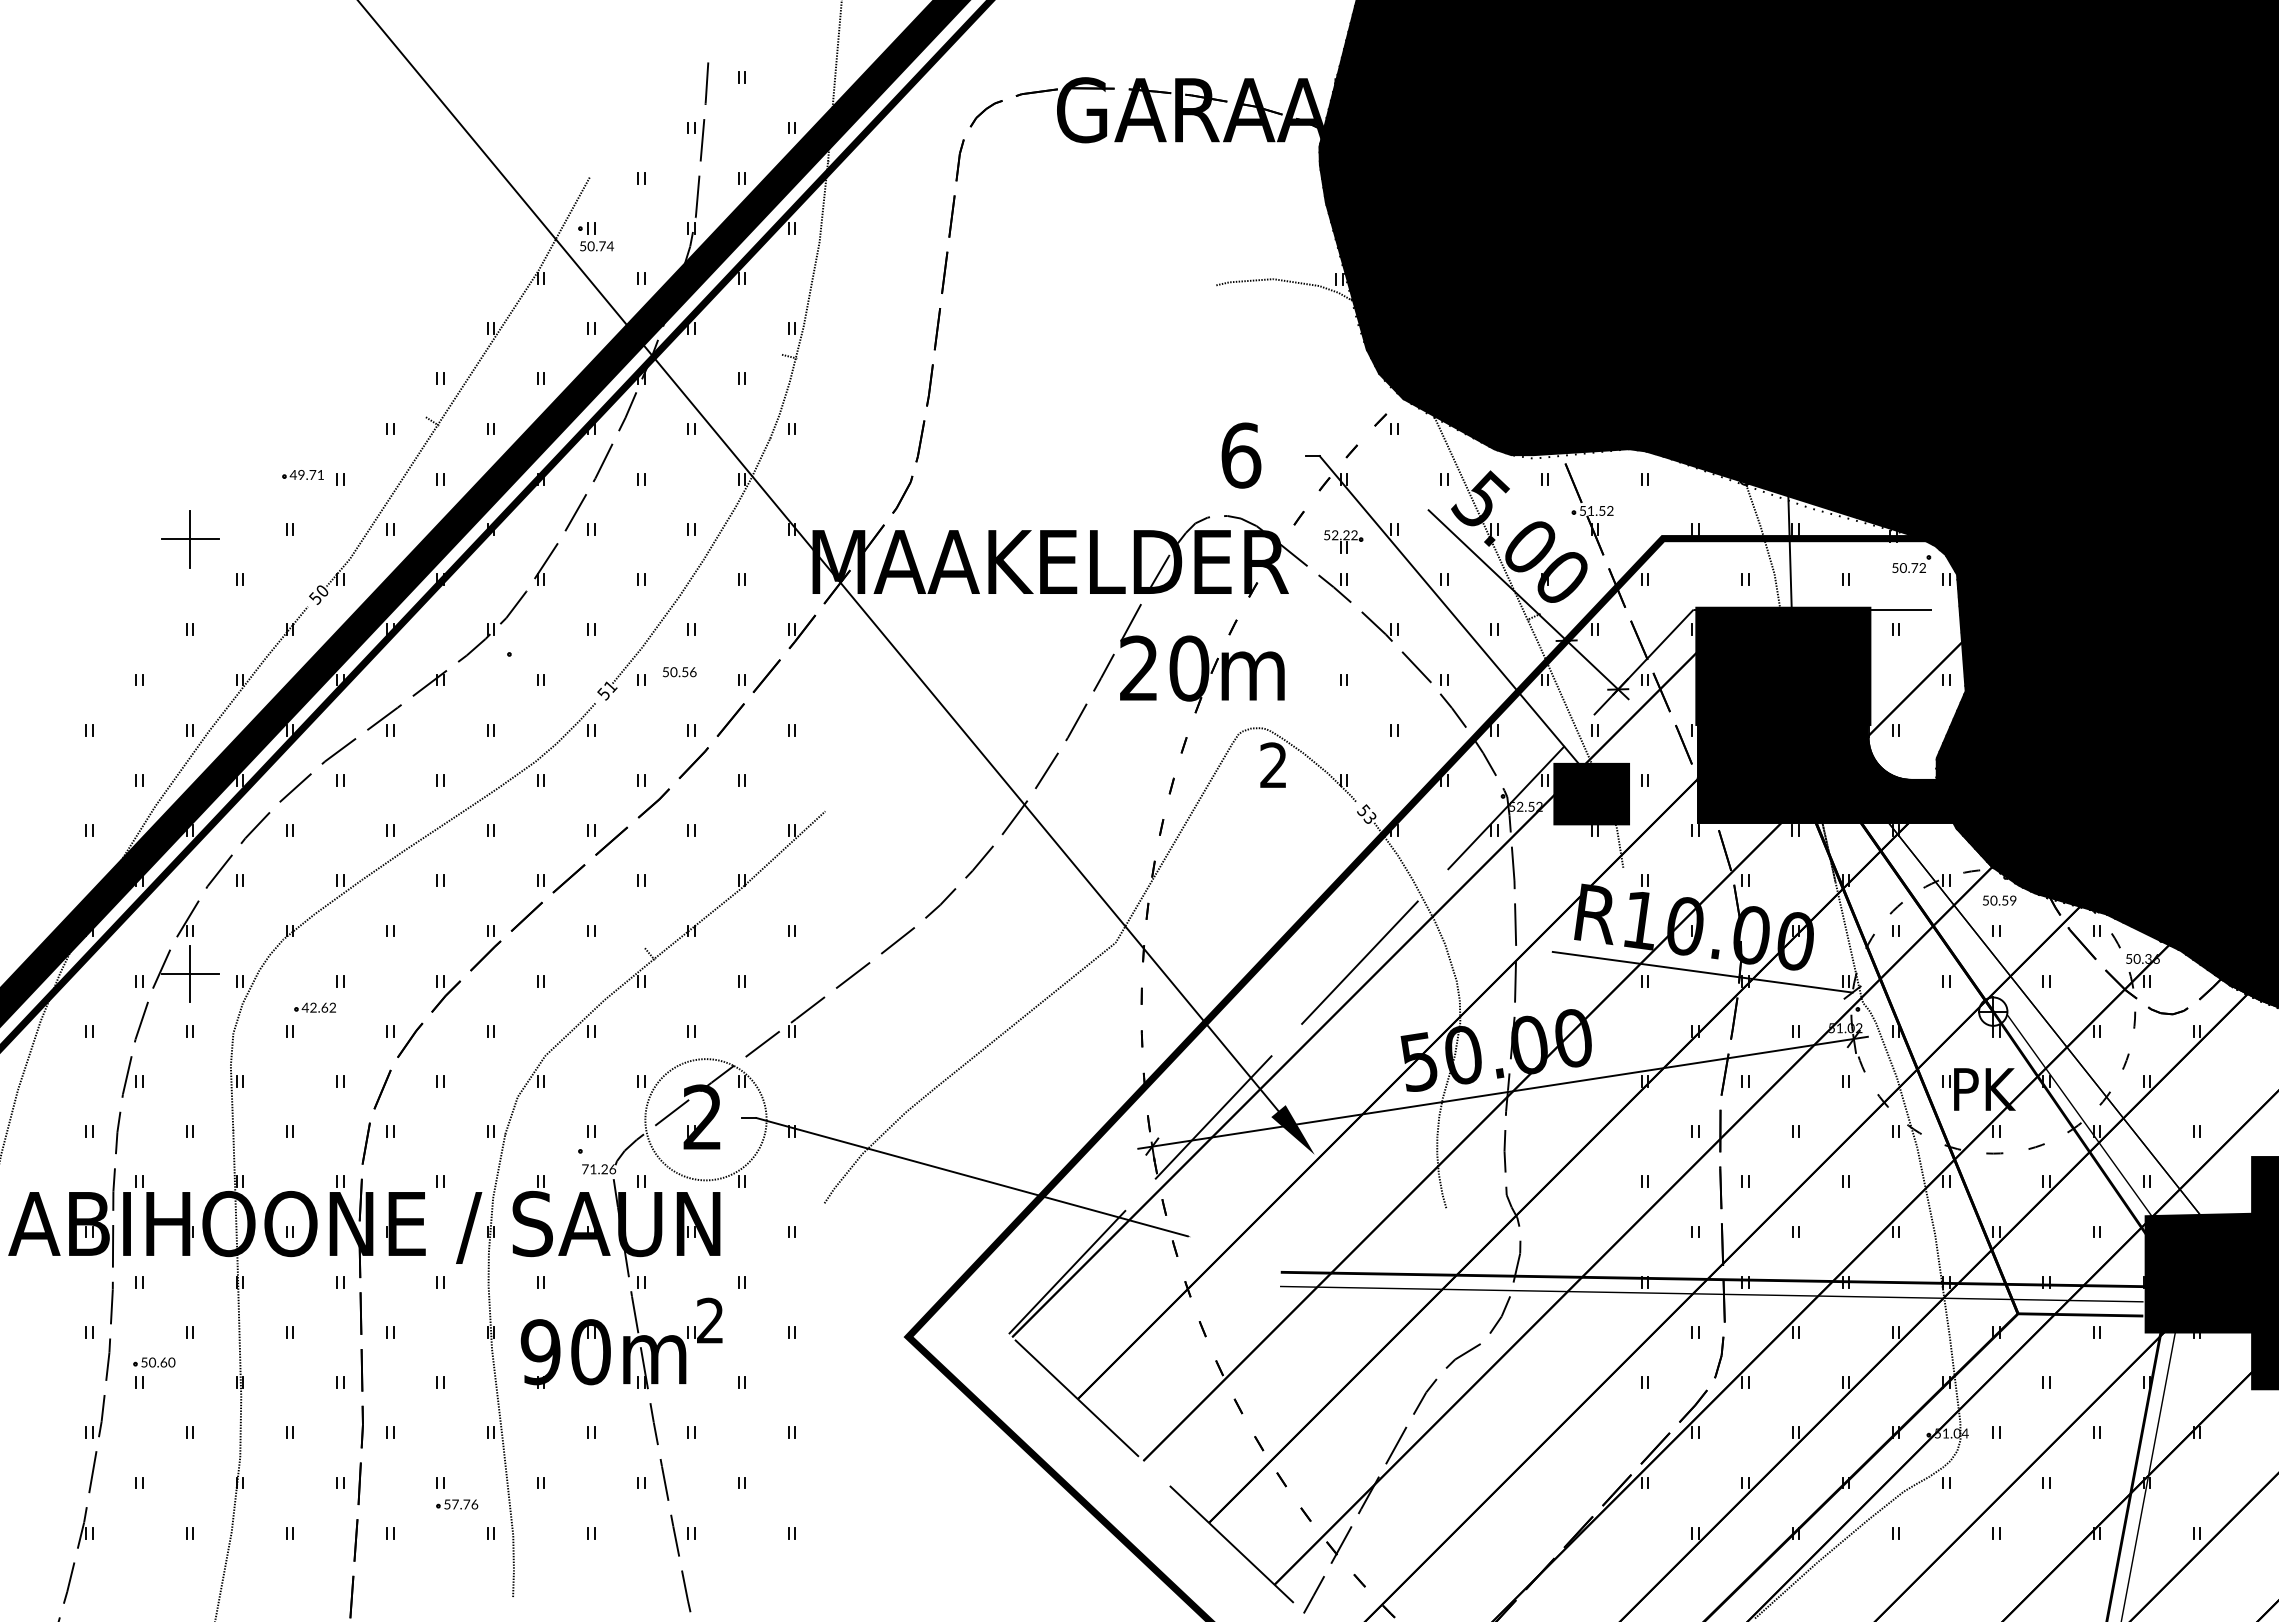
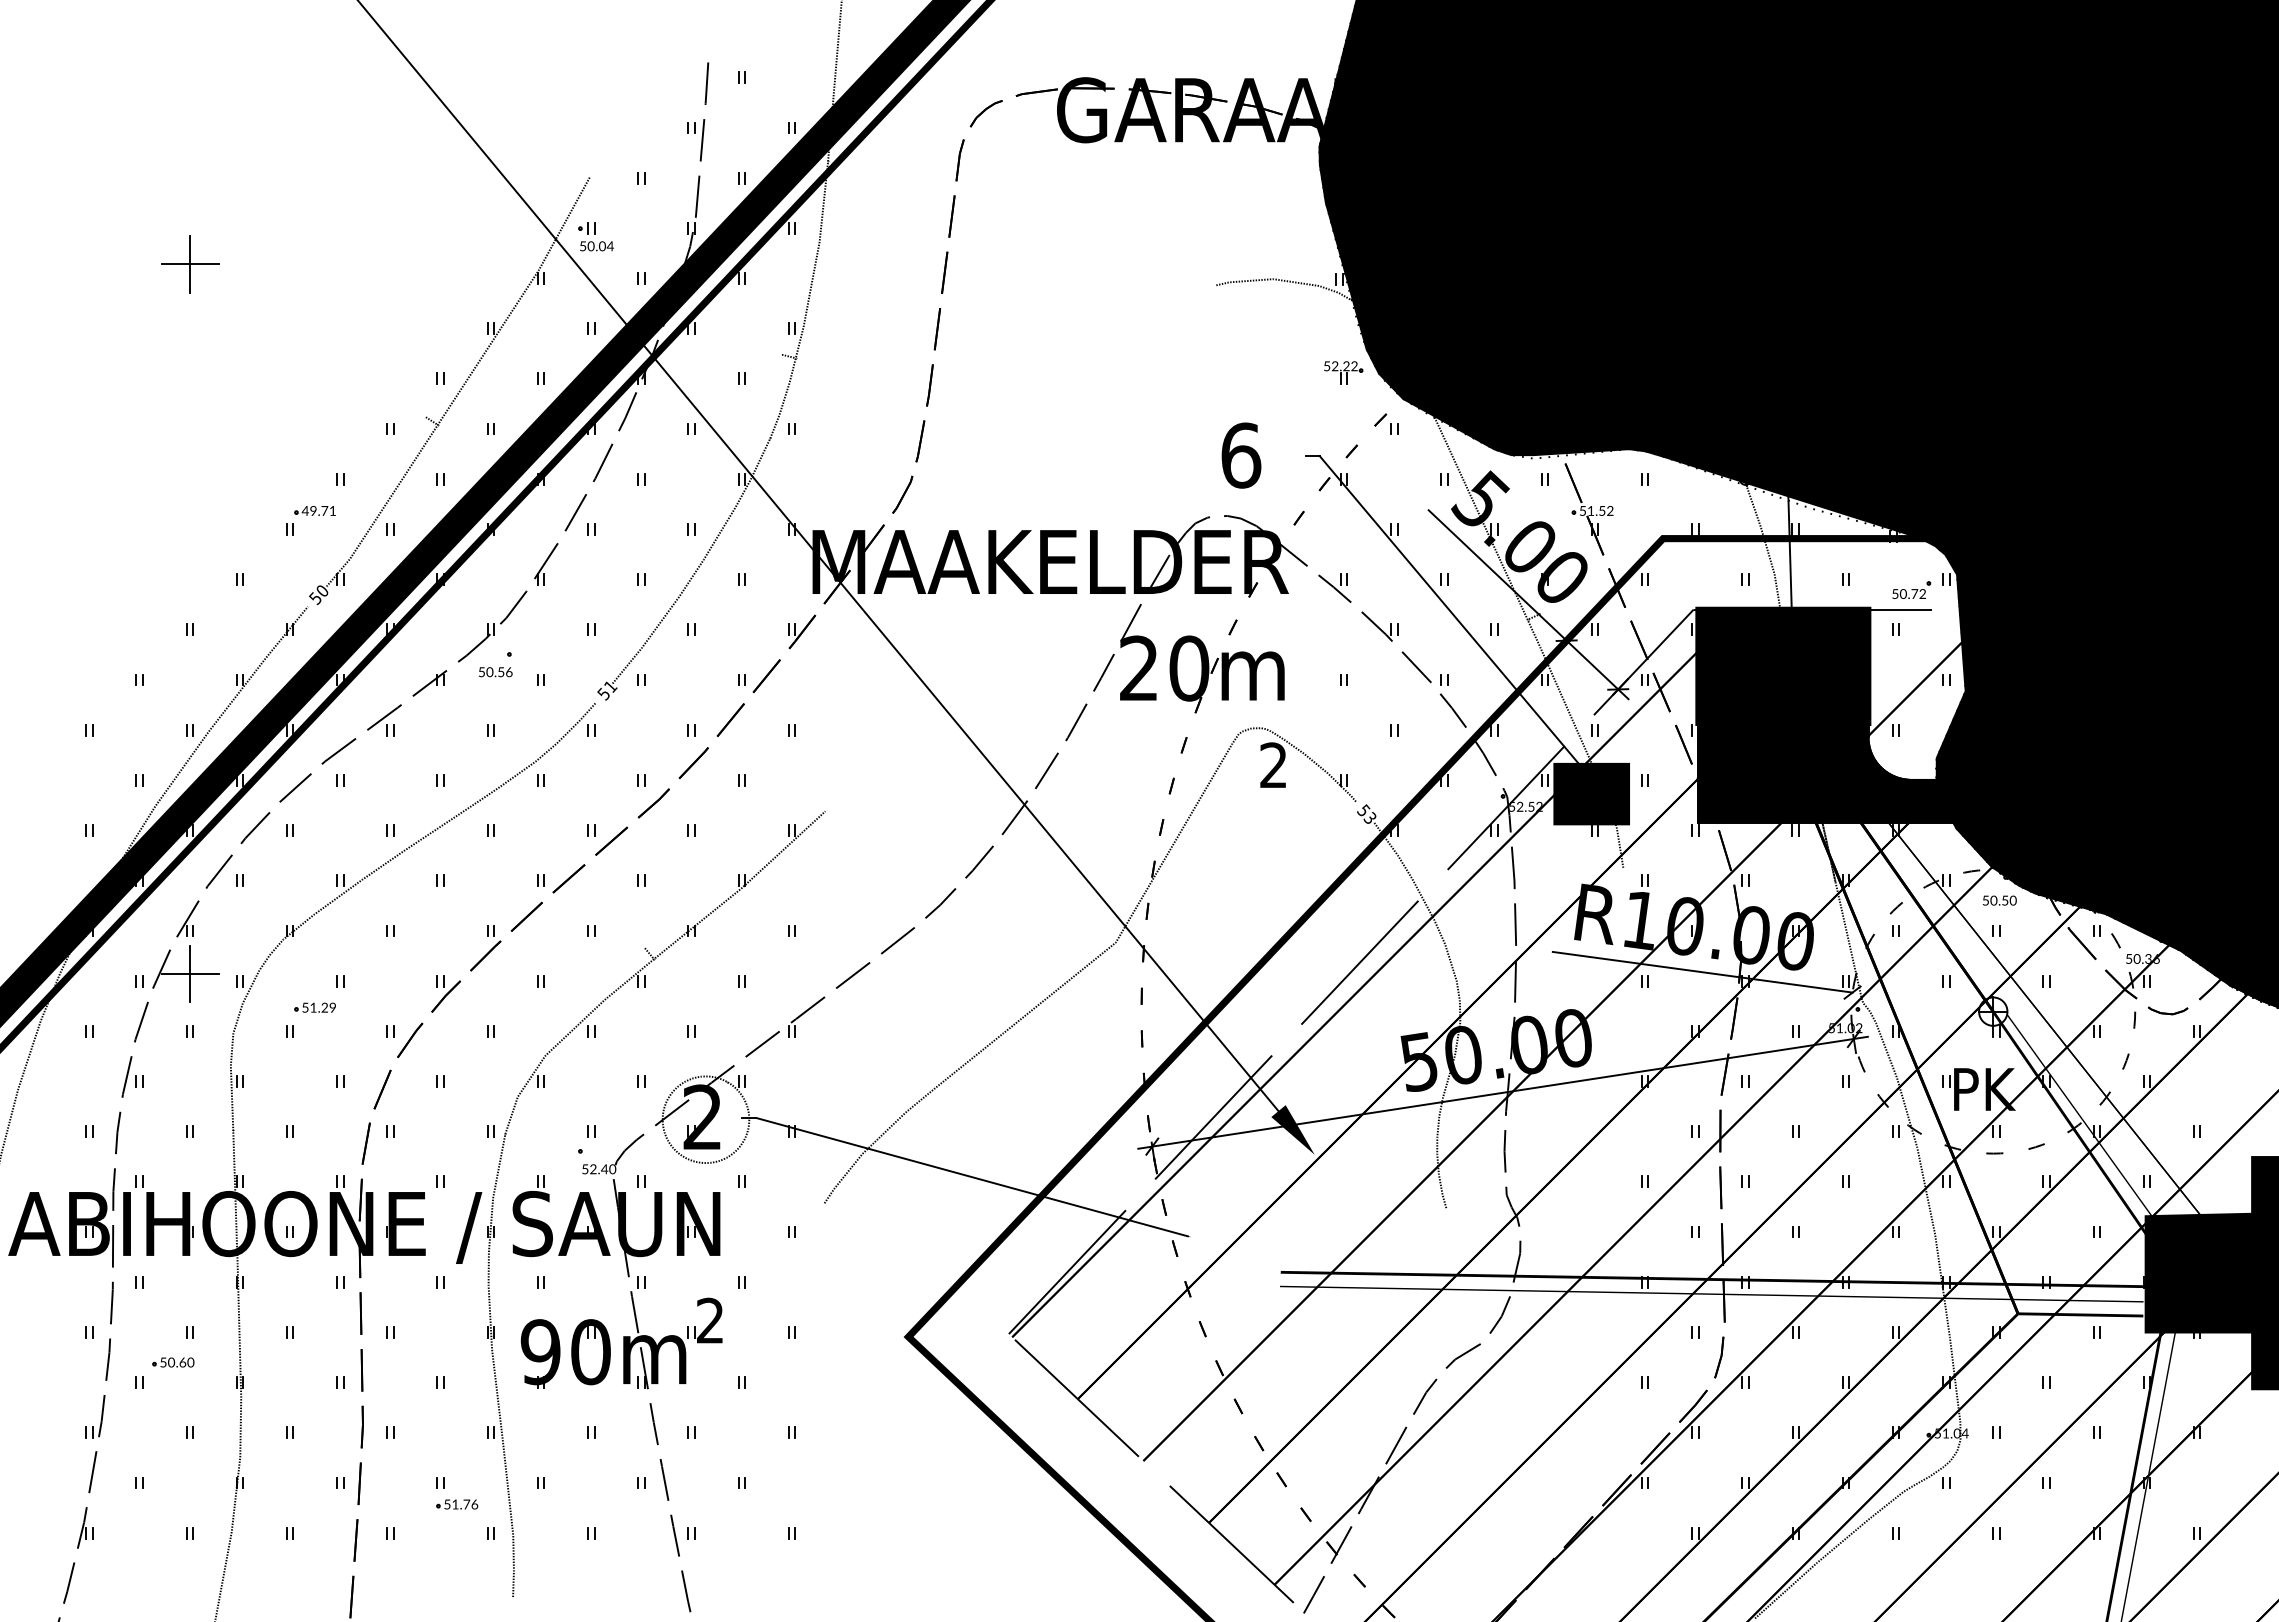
text at (601, 246): 50.74 -> 50.04
part at (302, 474) position: (302, 474) -> (314, 510)
part at (190, 539) position: (190, 539) -> (190, 264)
part at (1343, 541) position: (1343, 541) -> (1343, 372)
part at (1911, 563) position: (1911, 563) -> (1911, 589)
text at (679, 672) position: (679, 672) -> (495, 672)
text at (2012, 901): 50.59 -> 50.50
text at (318, 1007): 42.62 -> 51.29
circle at (705, 1119) diameter: 121 px -> 87 px
text at (599, 1169): 71.26 -> 52.40
part at (154, 1362) position: (154, 1362) -> (173, 1362)
text at (455, 1504): 57.76 -> 51.76
